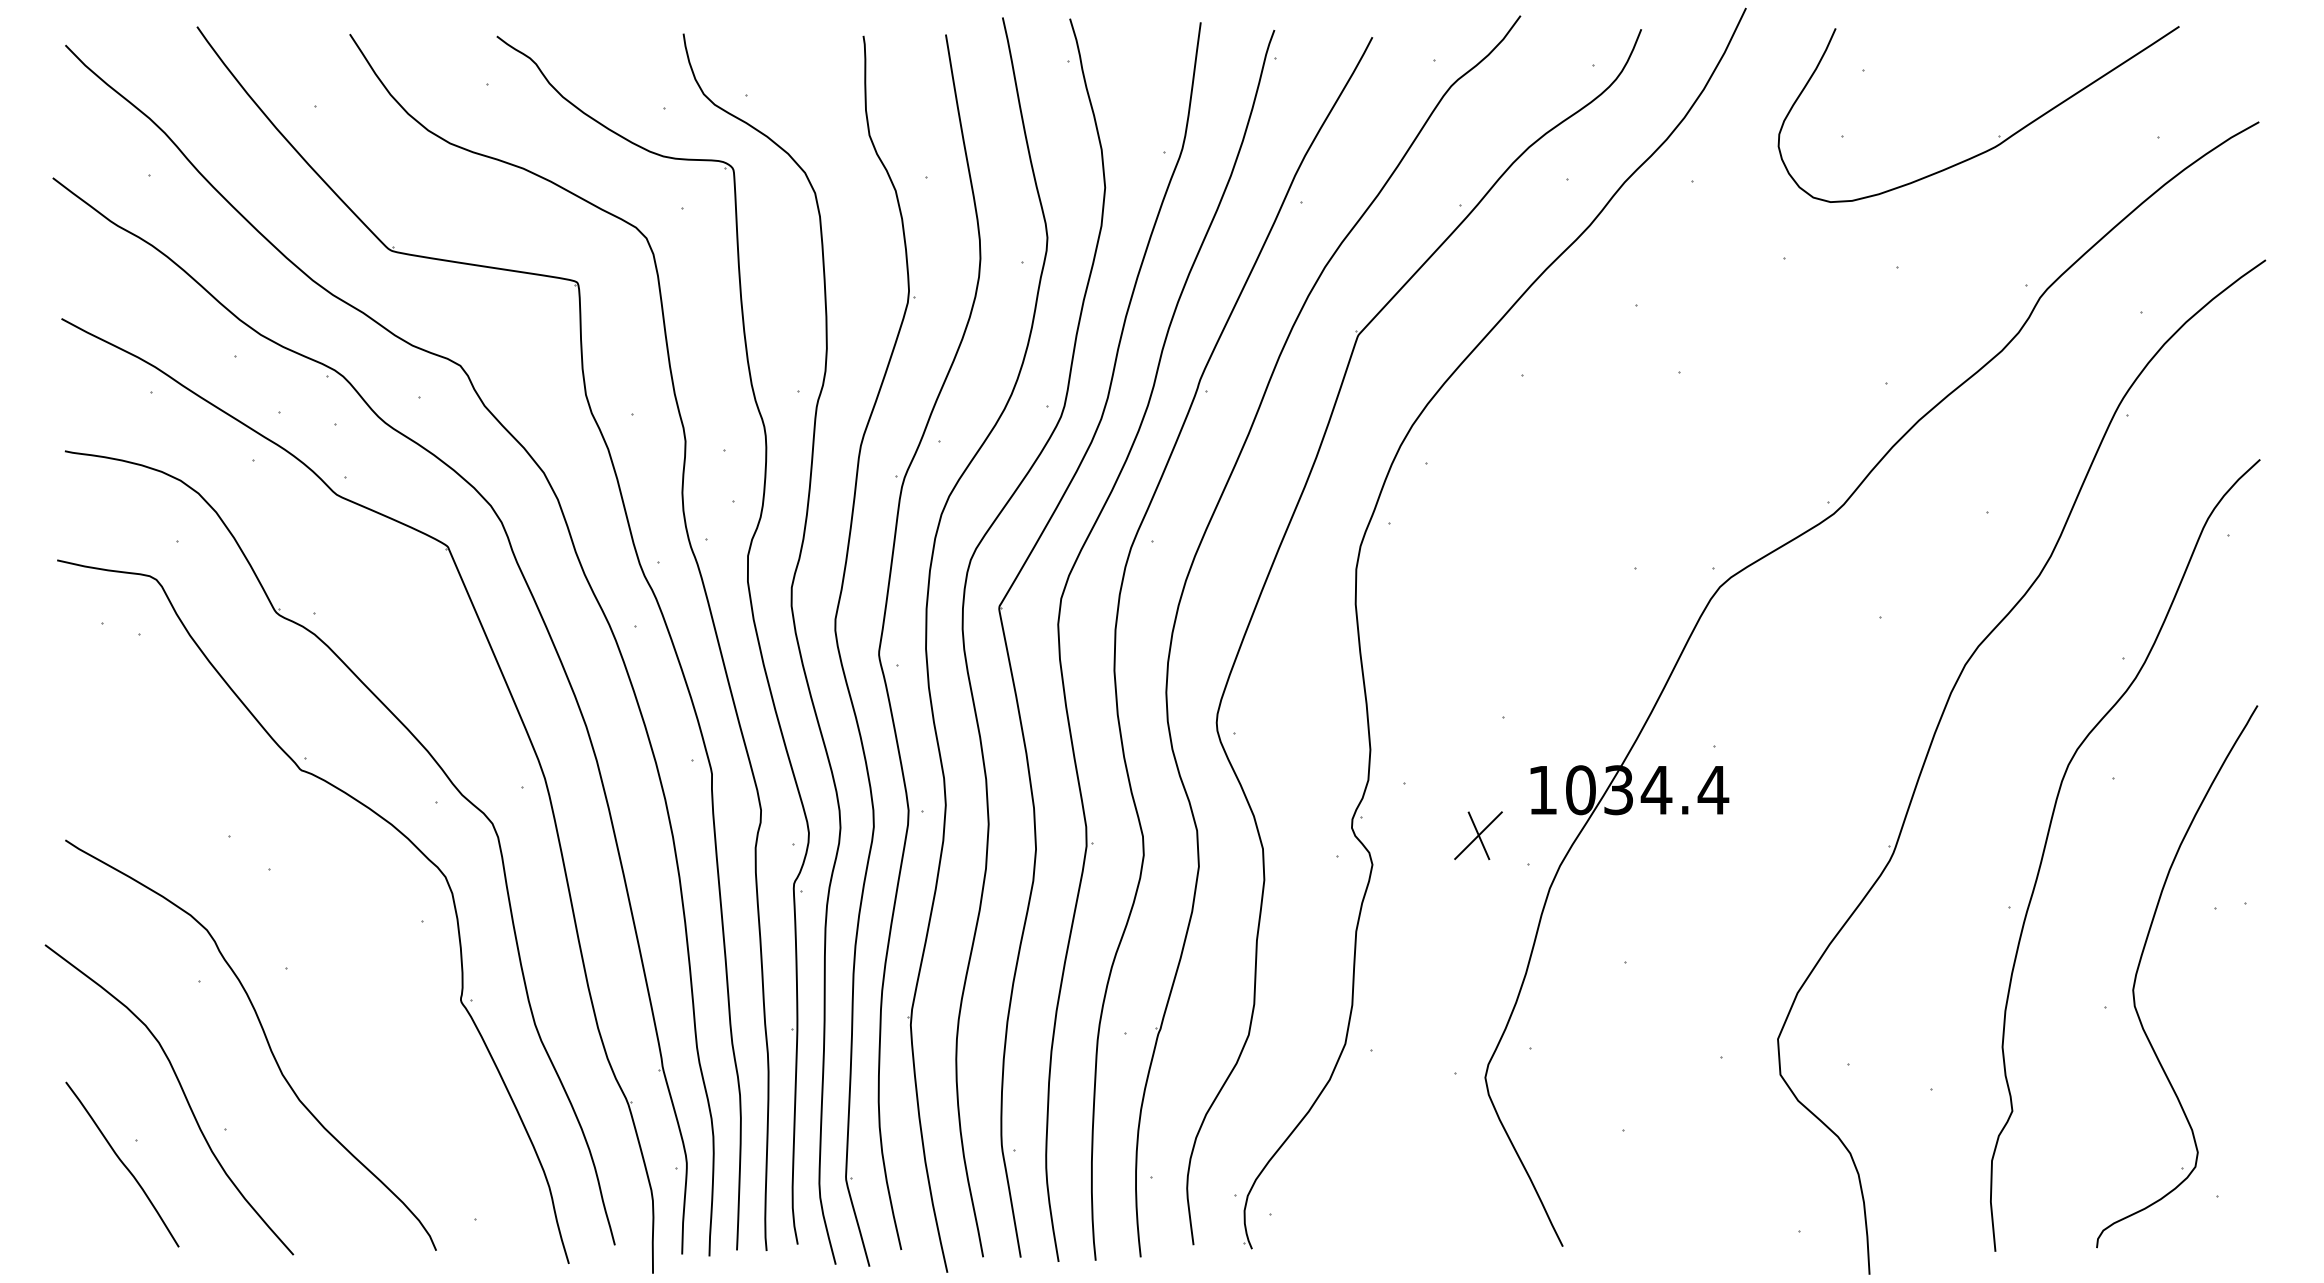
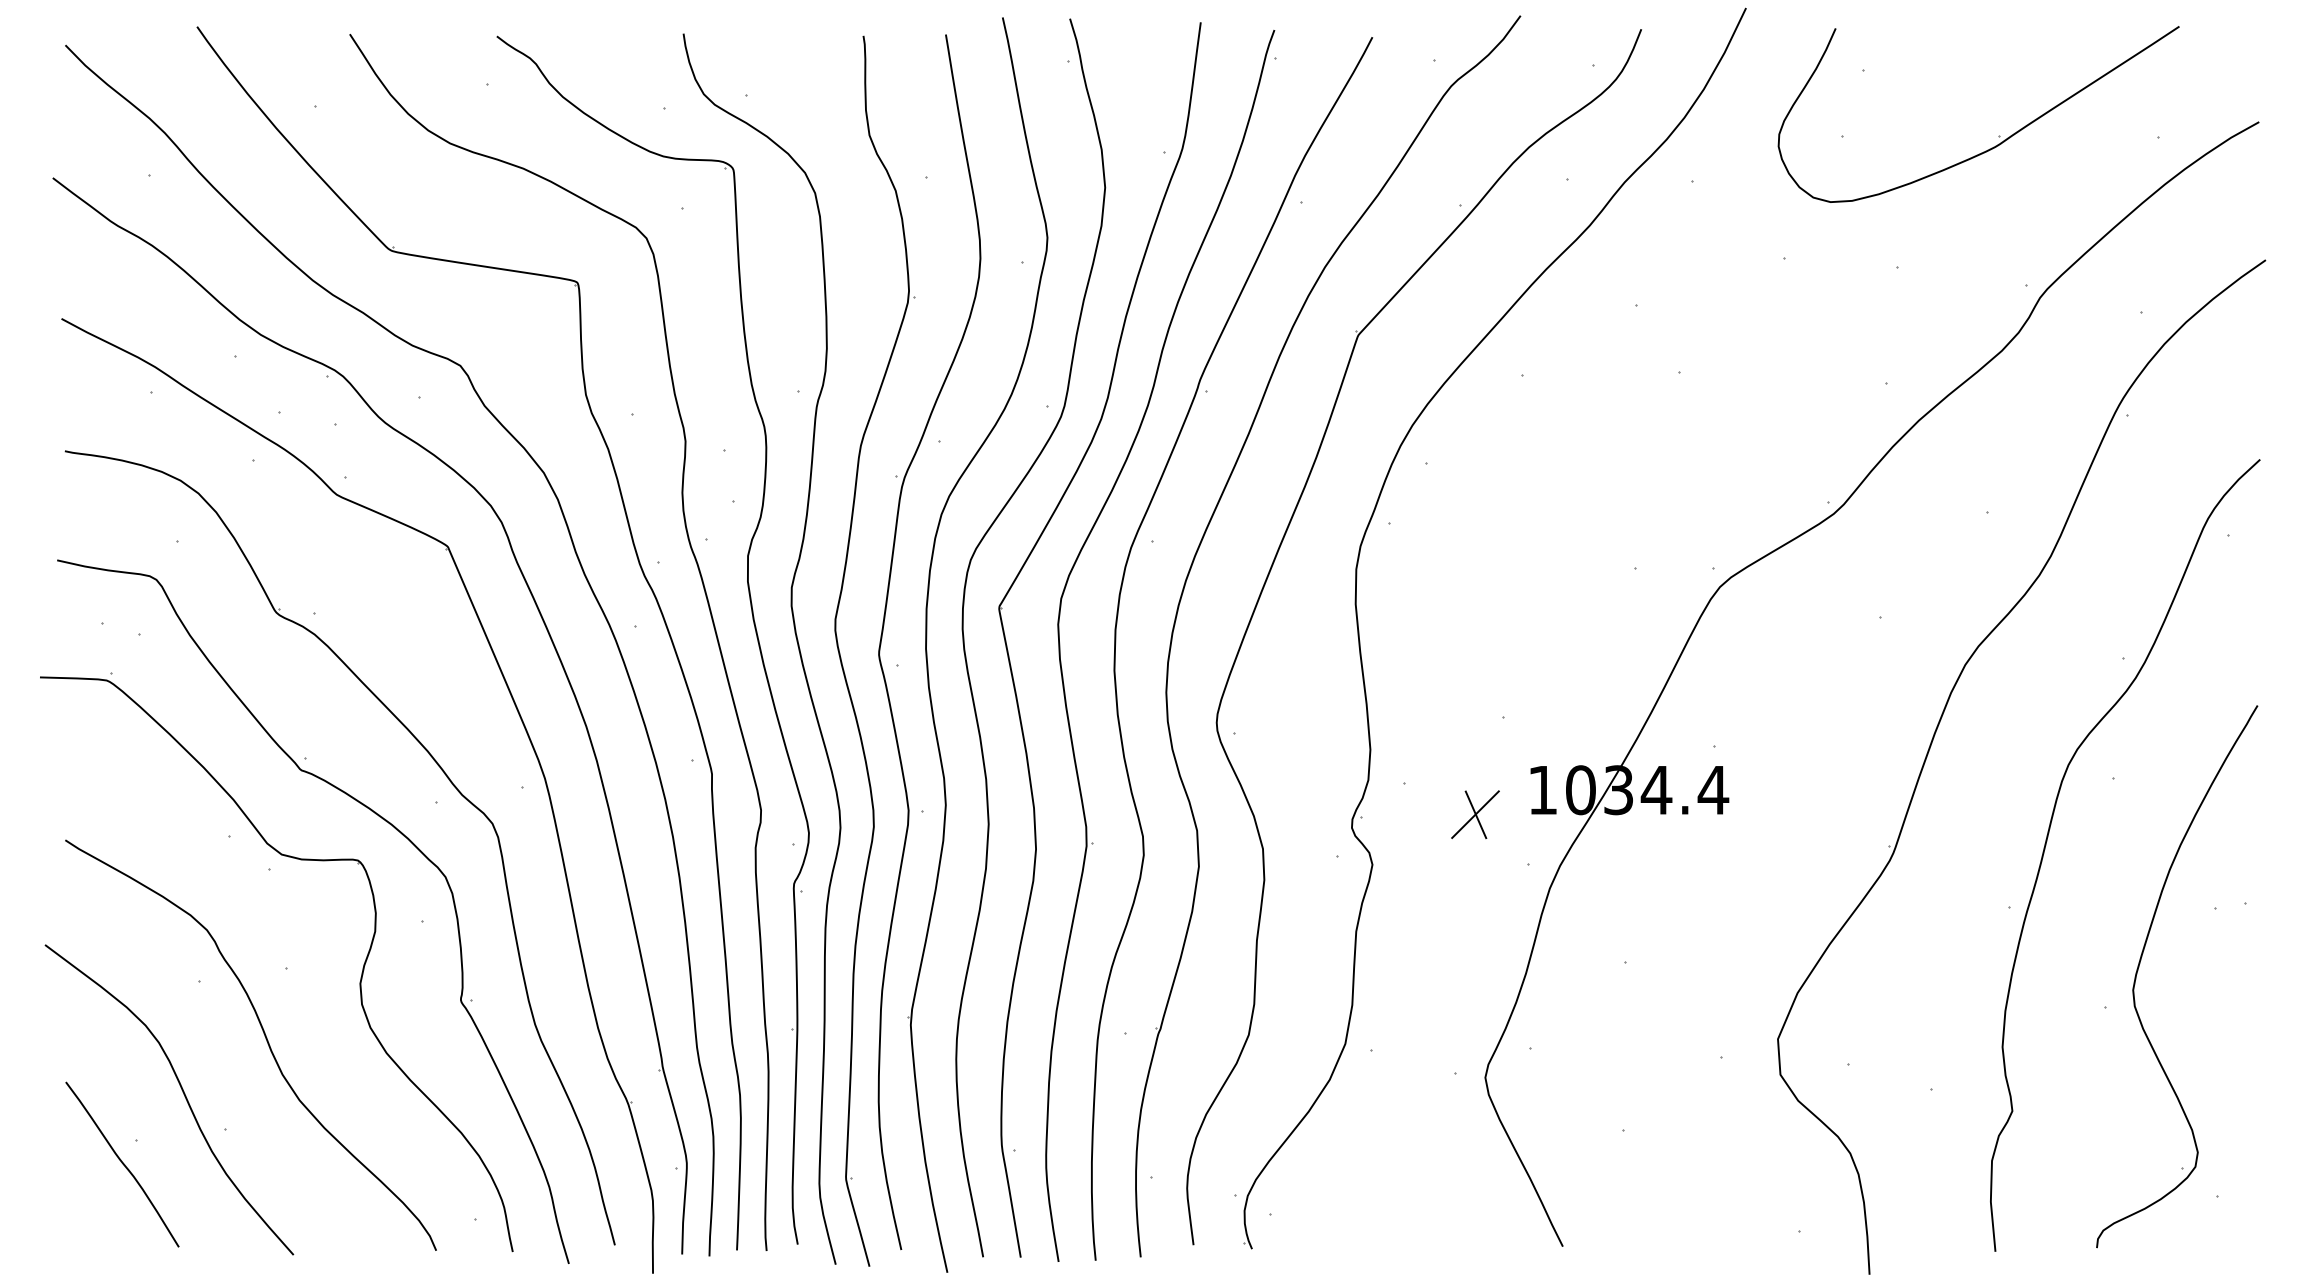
part at (1478, 835) position: (1478, 835) -> (1475, 814)
part at (360, 977): none -> present
